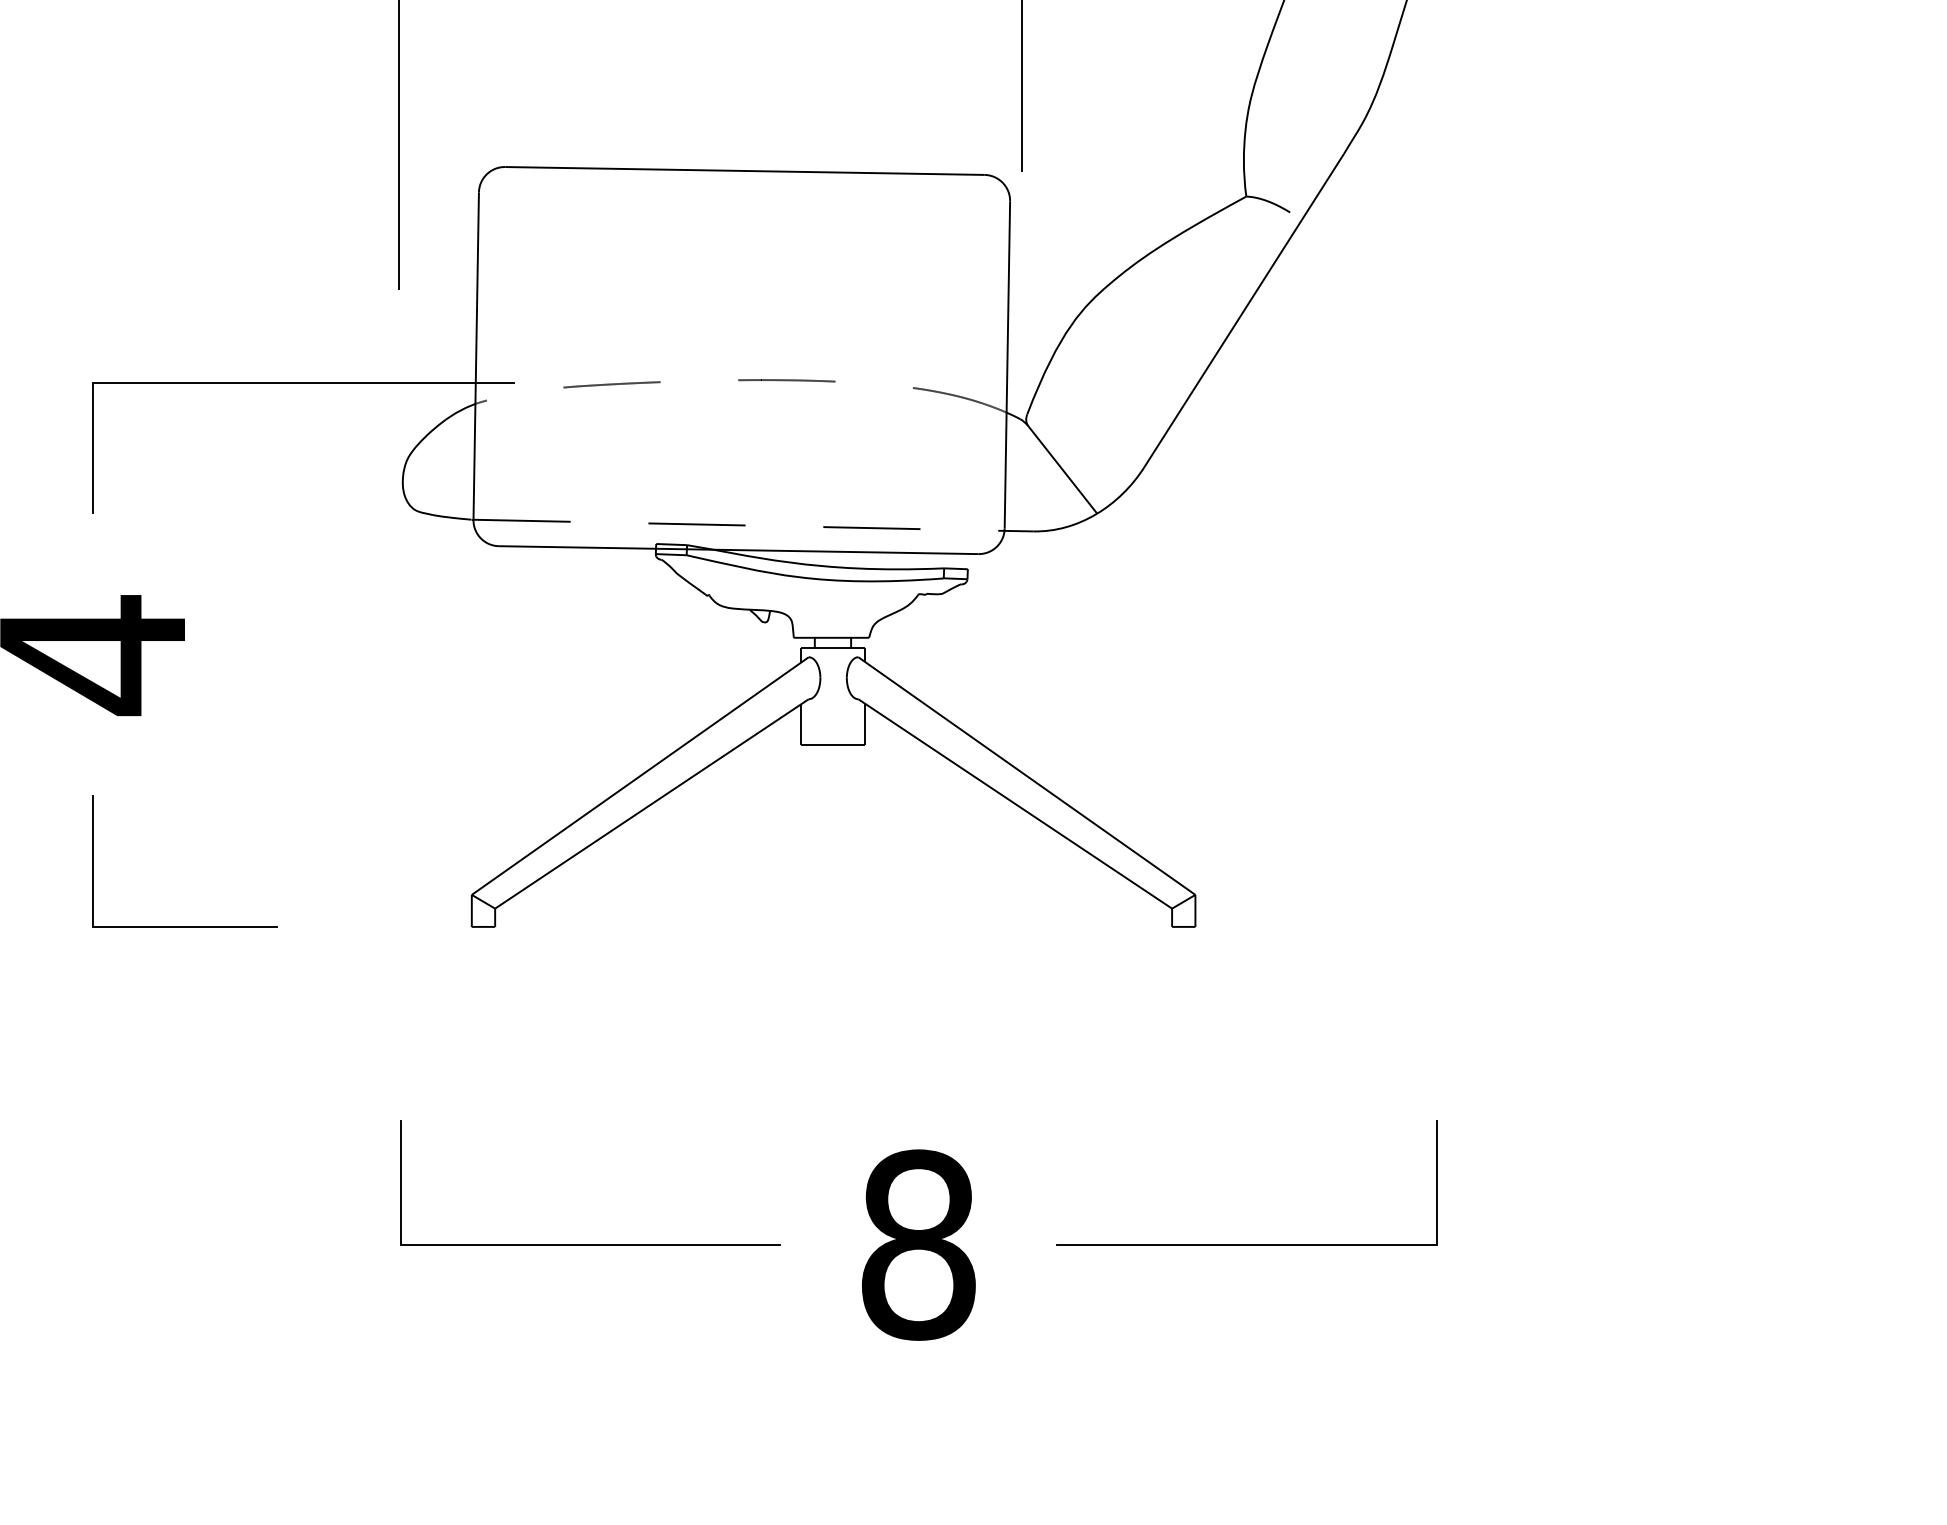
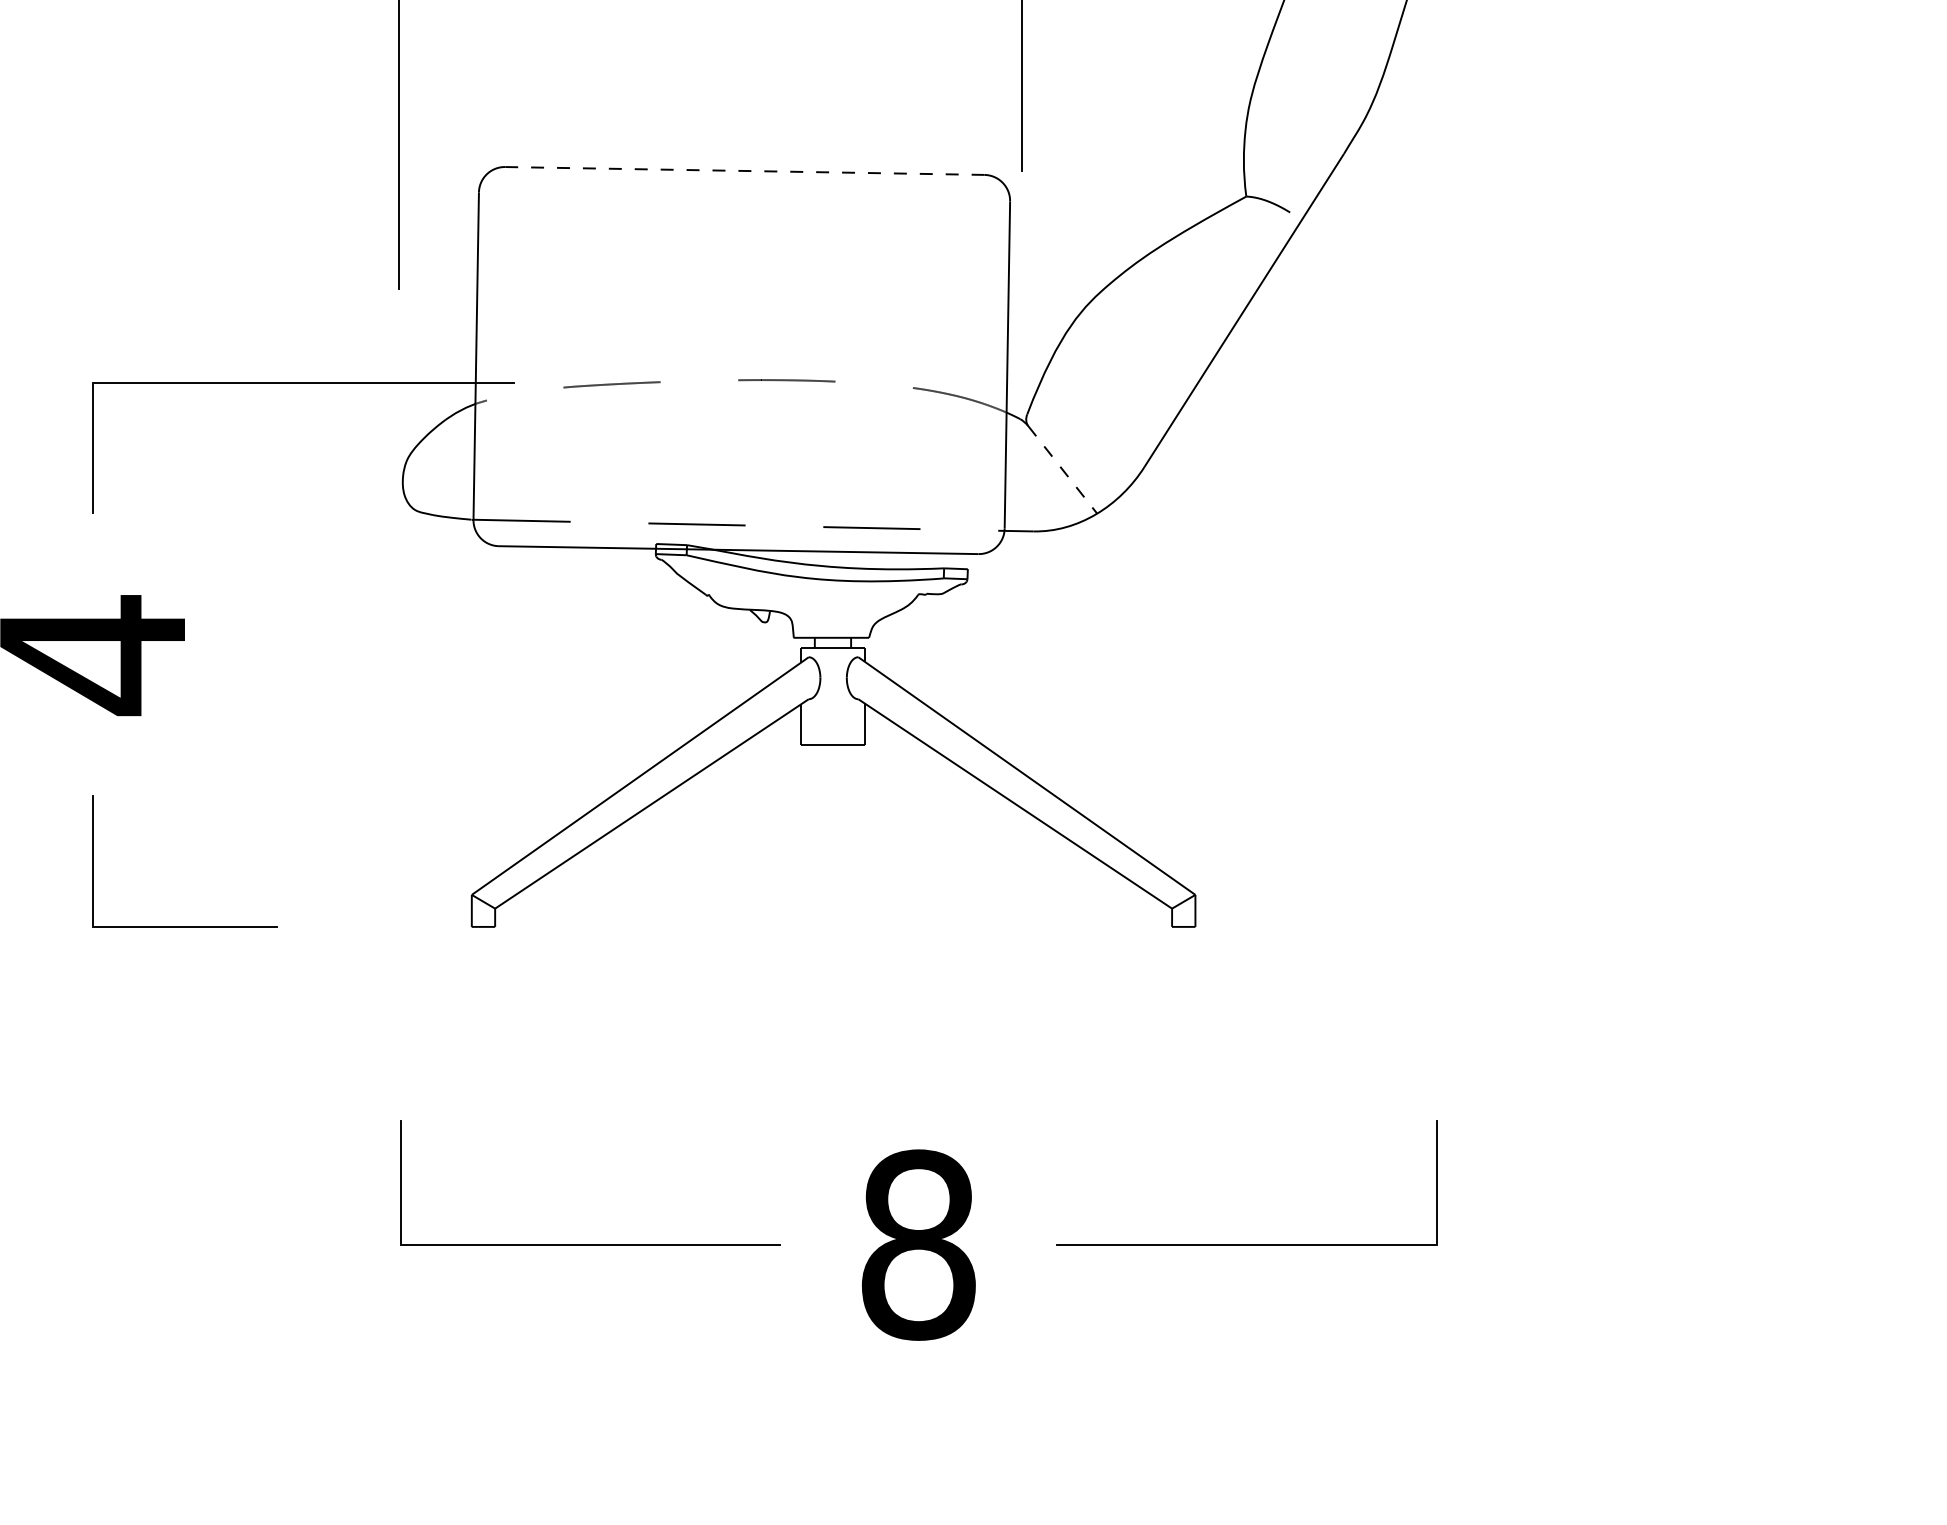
line at (744, 170): solid -> dashed
line at (1062, 469): solid -> dashed
